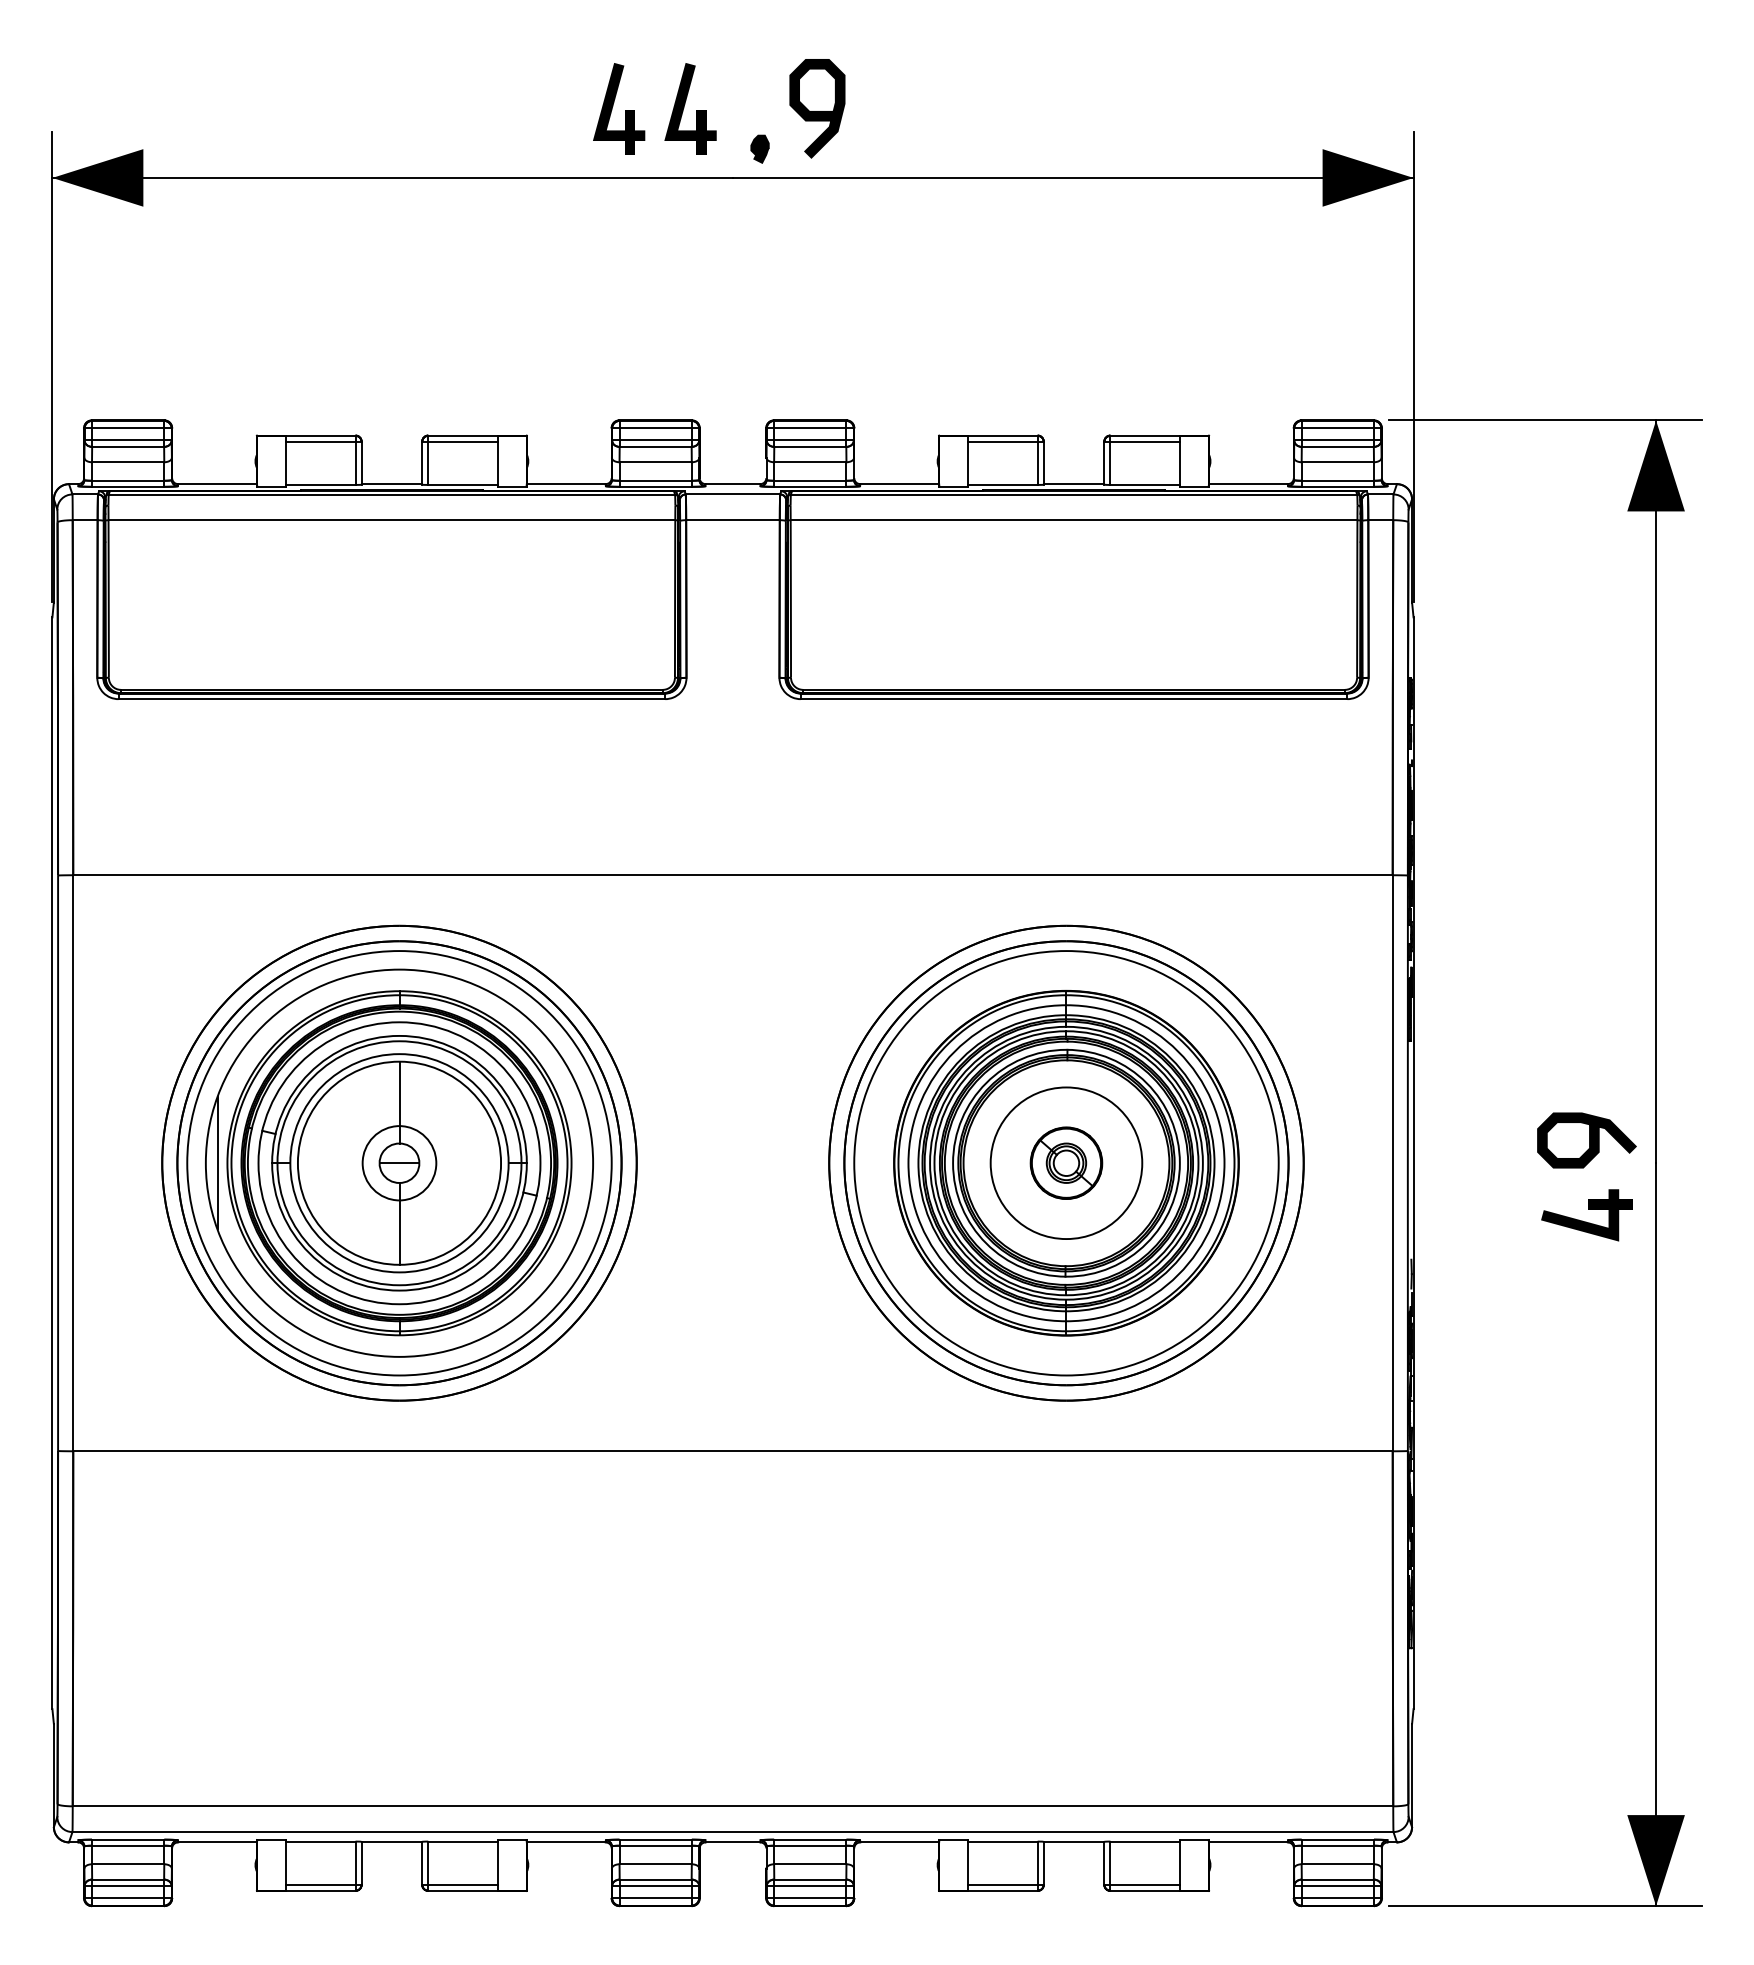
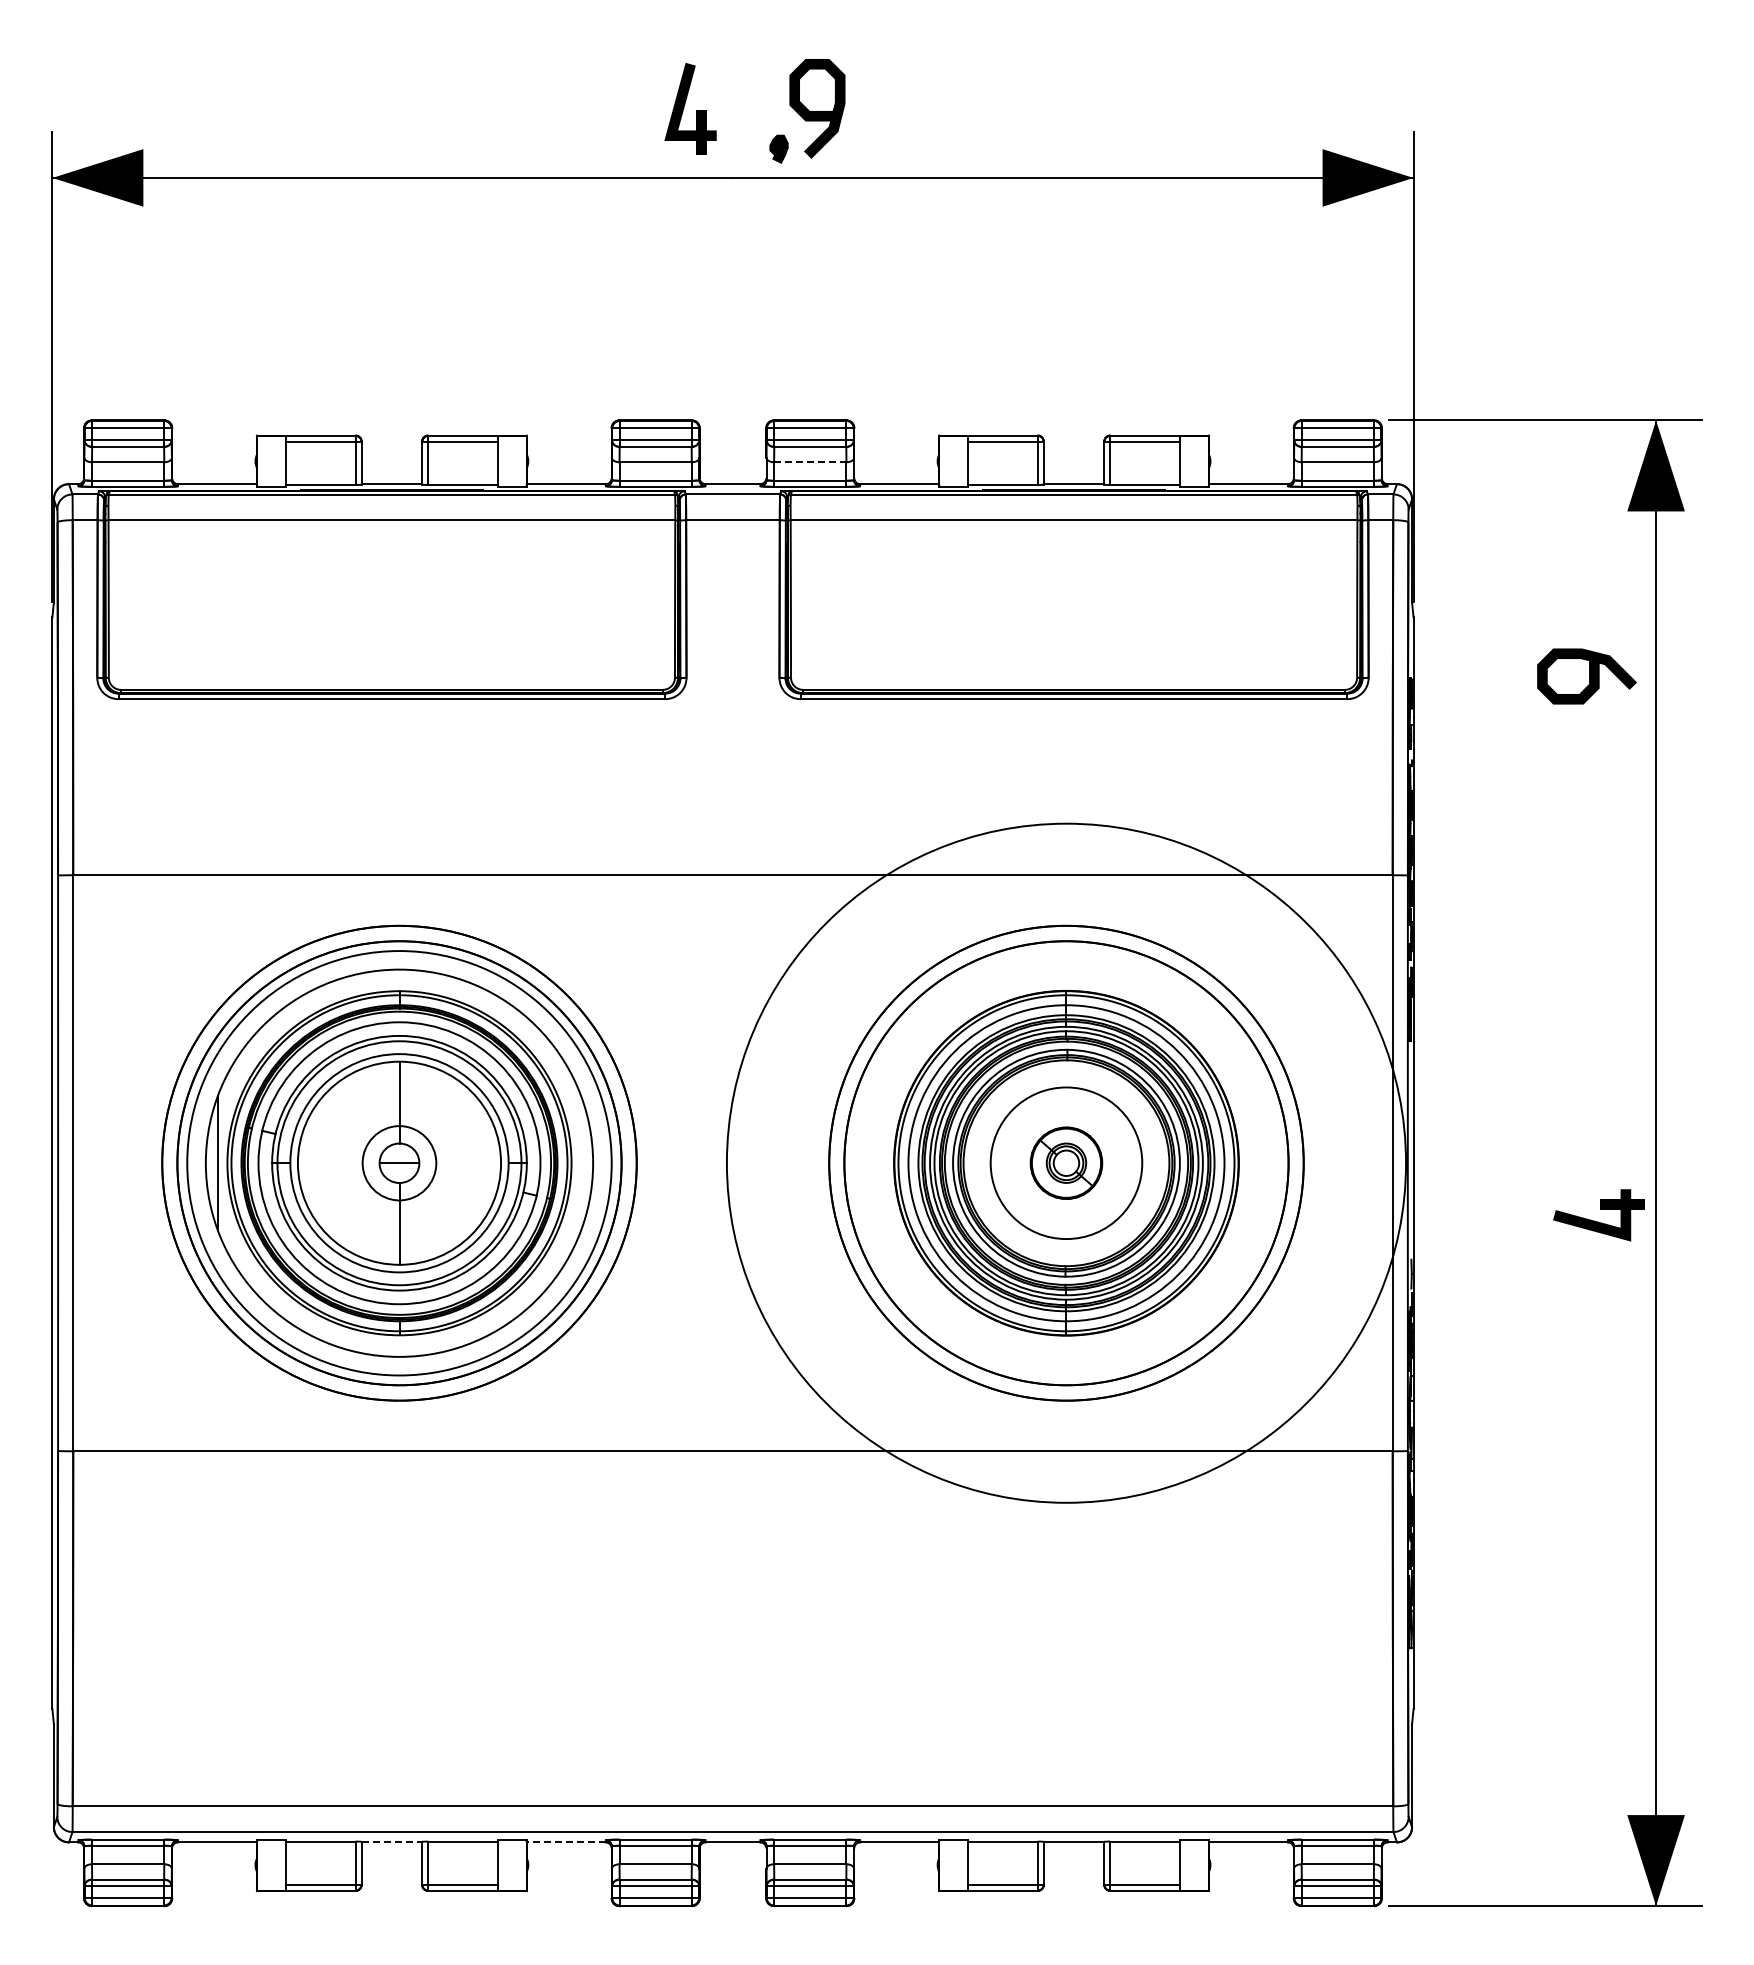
part at (613, 106): present -> none
part at (759, 148) position: (759, 148) -> (778, 148)
line at (810, 462): solid -> dashed
curve at (1589, 1140) position: (1589, 1140) -> (1589, 676)
circle at (1066, 1163) diameter: 424 px -> 679 px
part at (1586, 1215) position: (1586, 1215) -> (1598, 1215)
line at (392, 1842): solid -> dashed
line at (565, 1842): solid -> dashed
